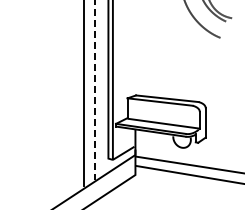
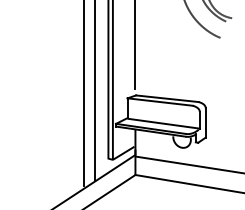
line at (135, 45): none -> present
line at (95, 90): dashed -> solid
line at (188, 174) position: (188, 174) -> (188, 183)
